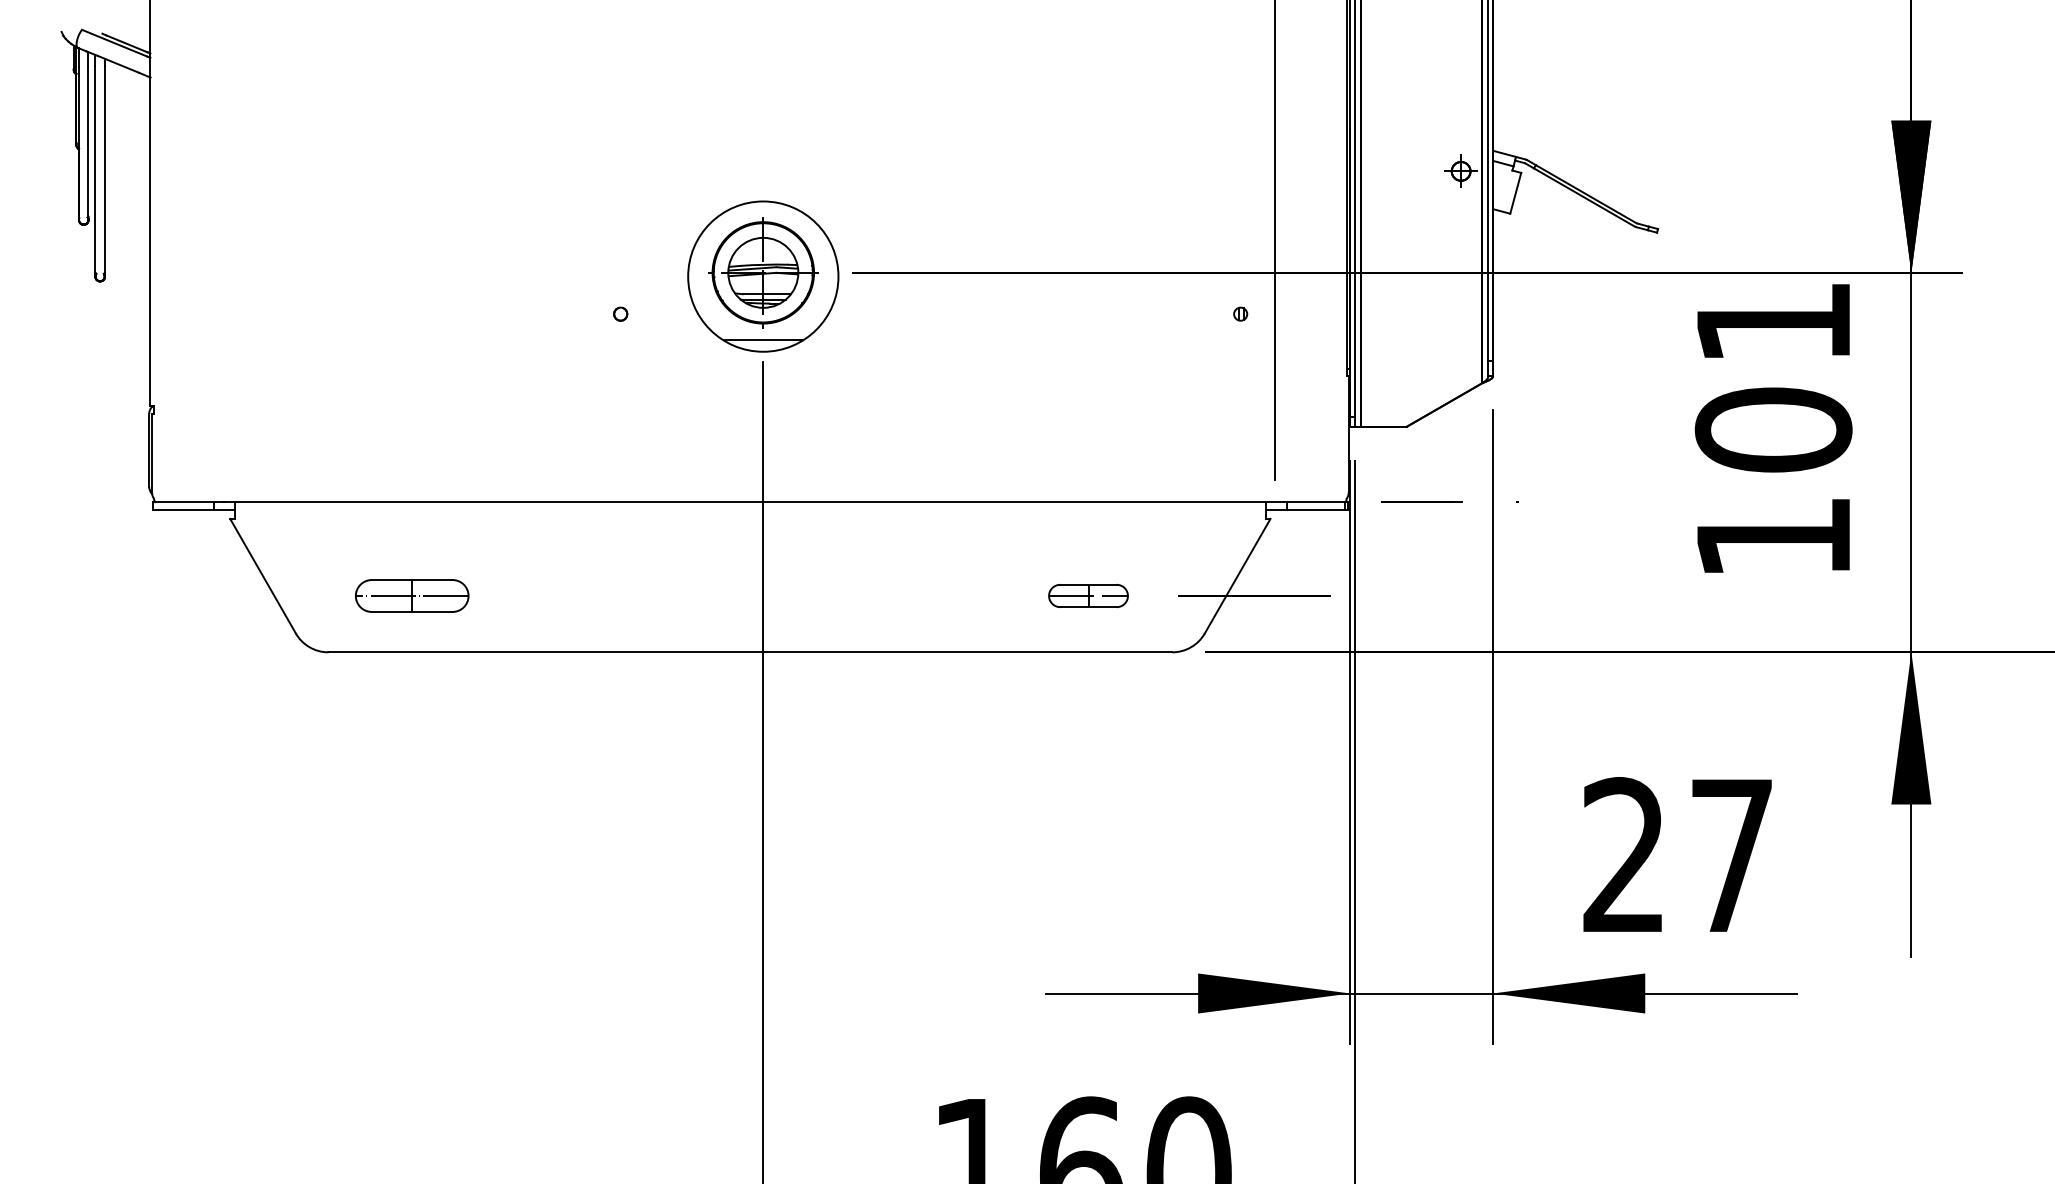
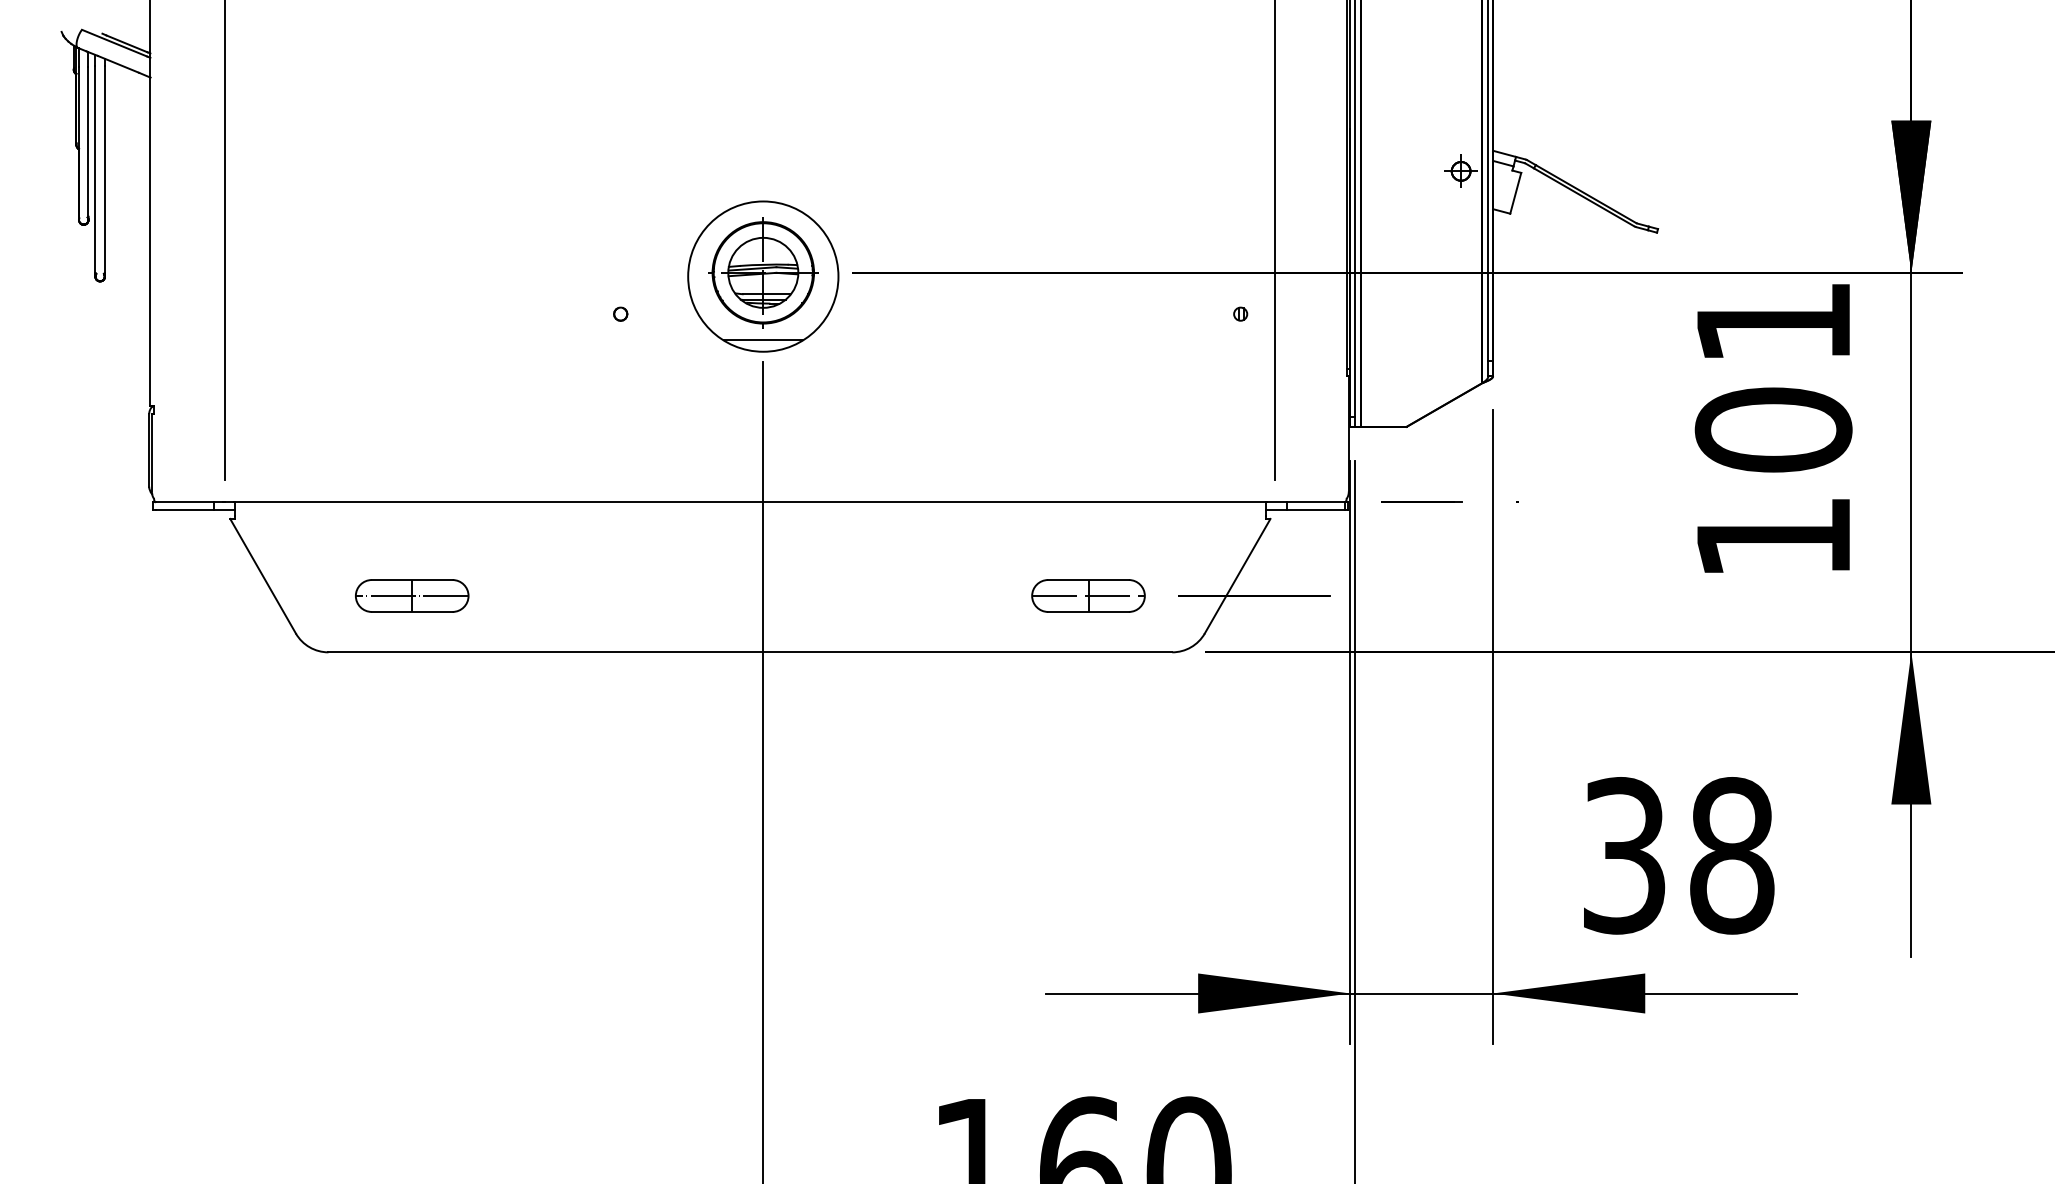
line at (225, 241): none -> present
part at (1088, 595) size: 81x25 px -> 115x34 px
text at (1678, 855): 27 -> 38
